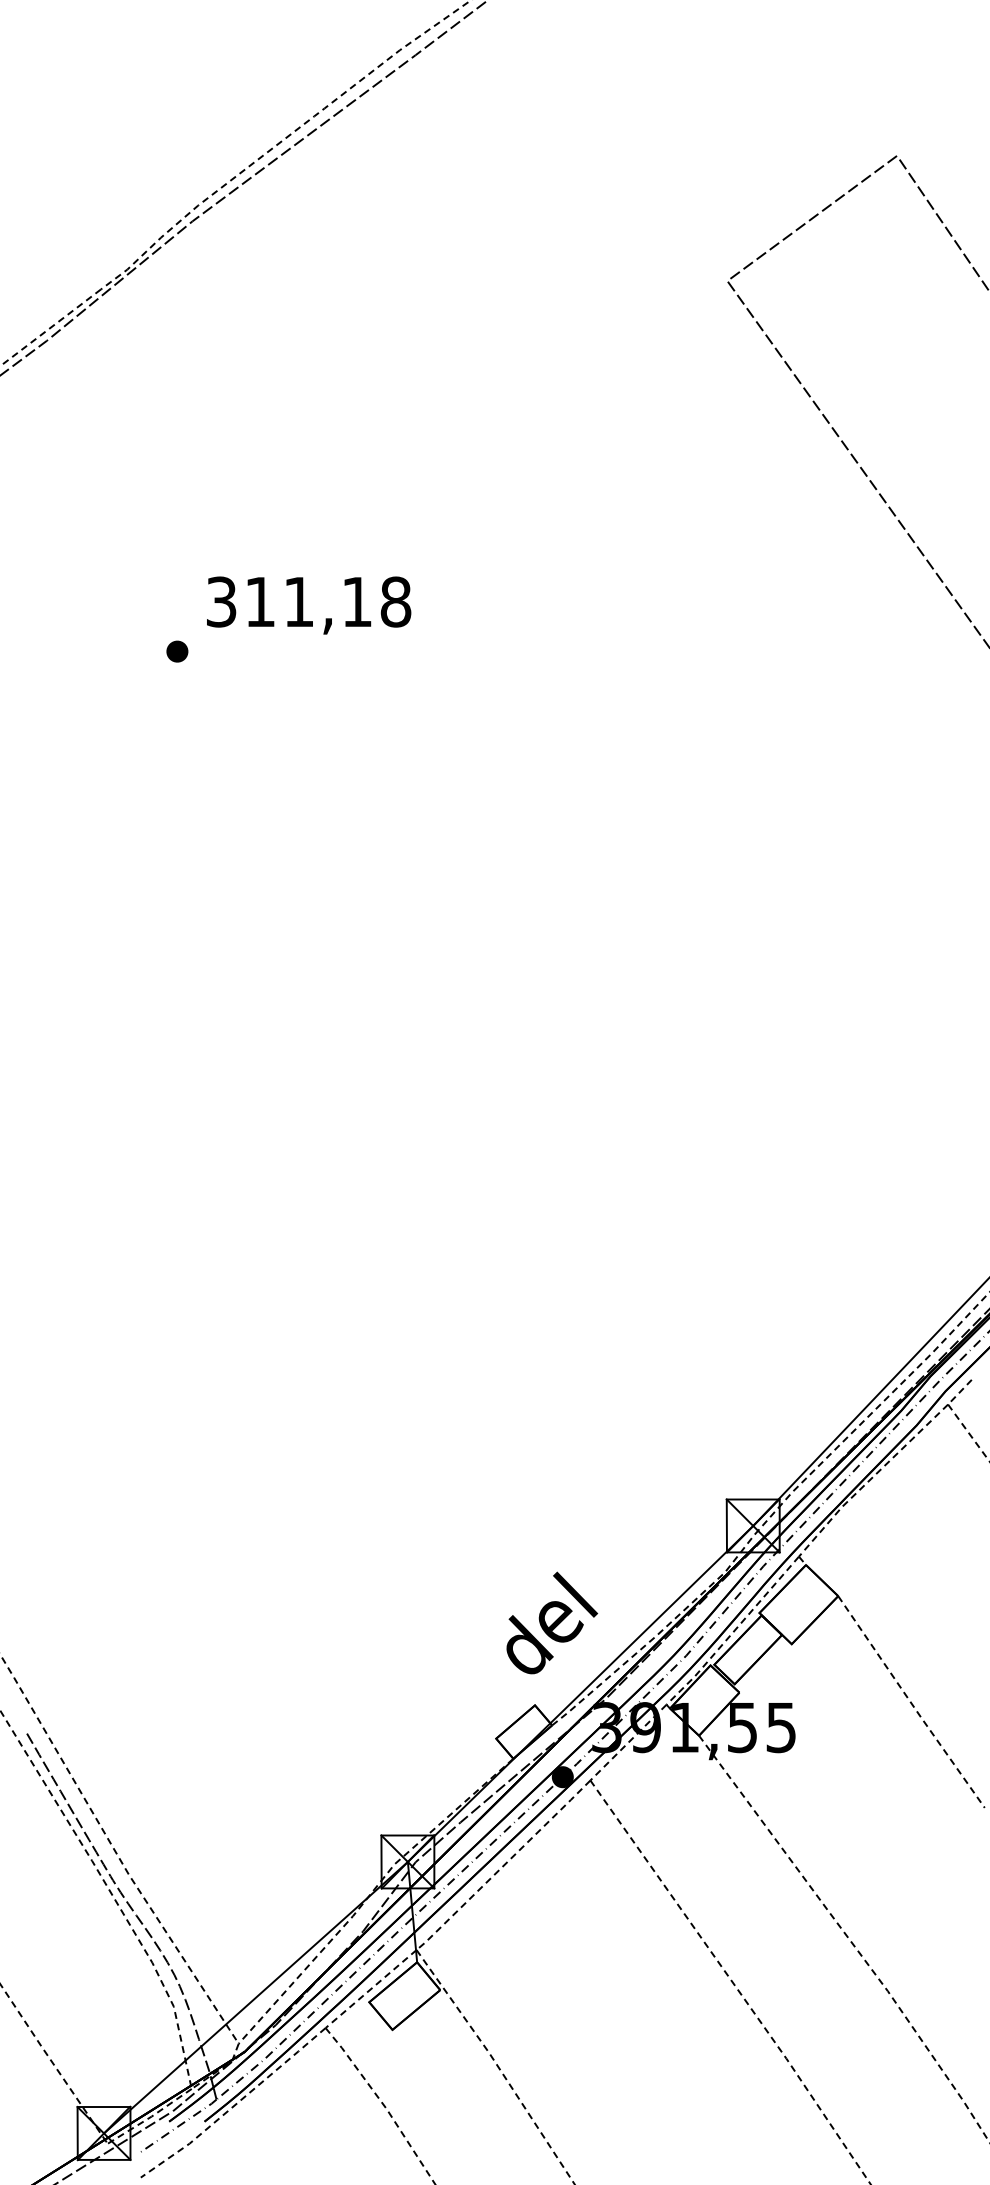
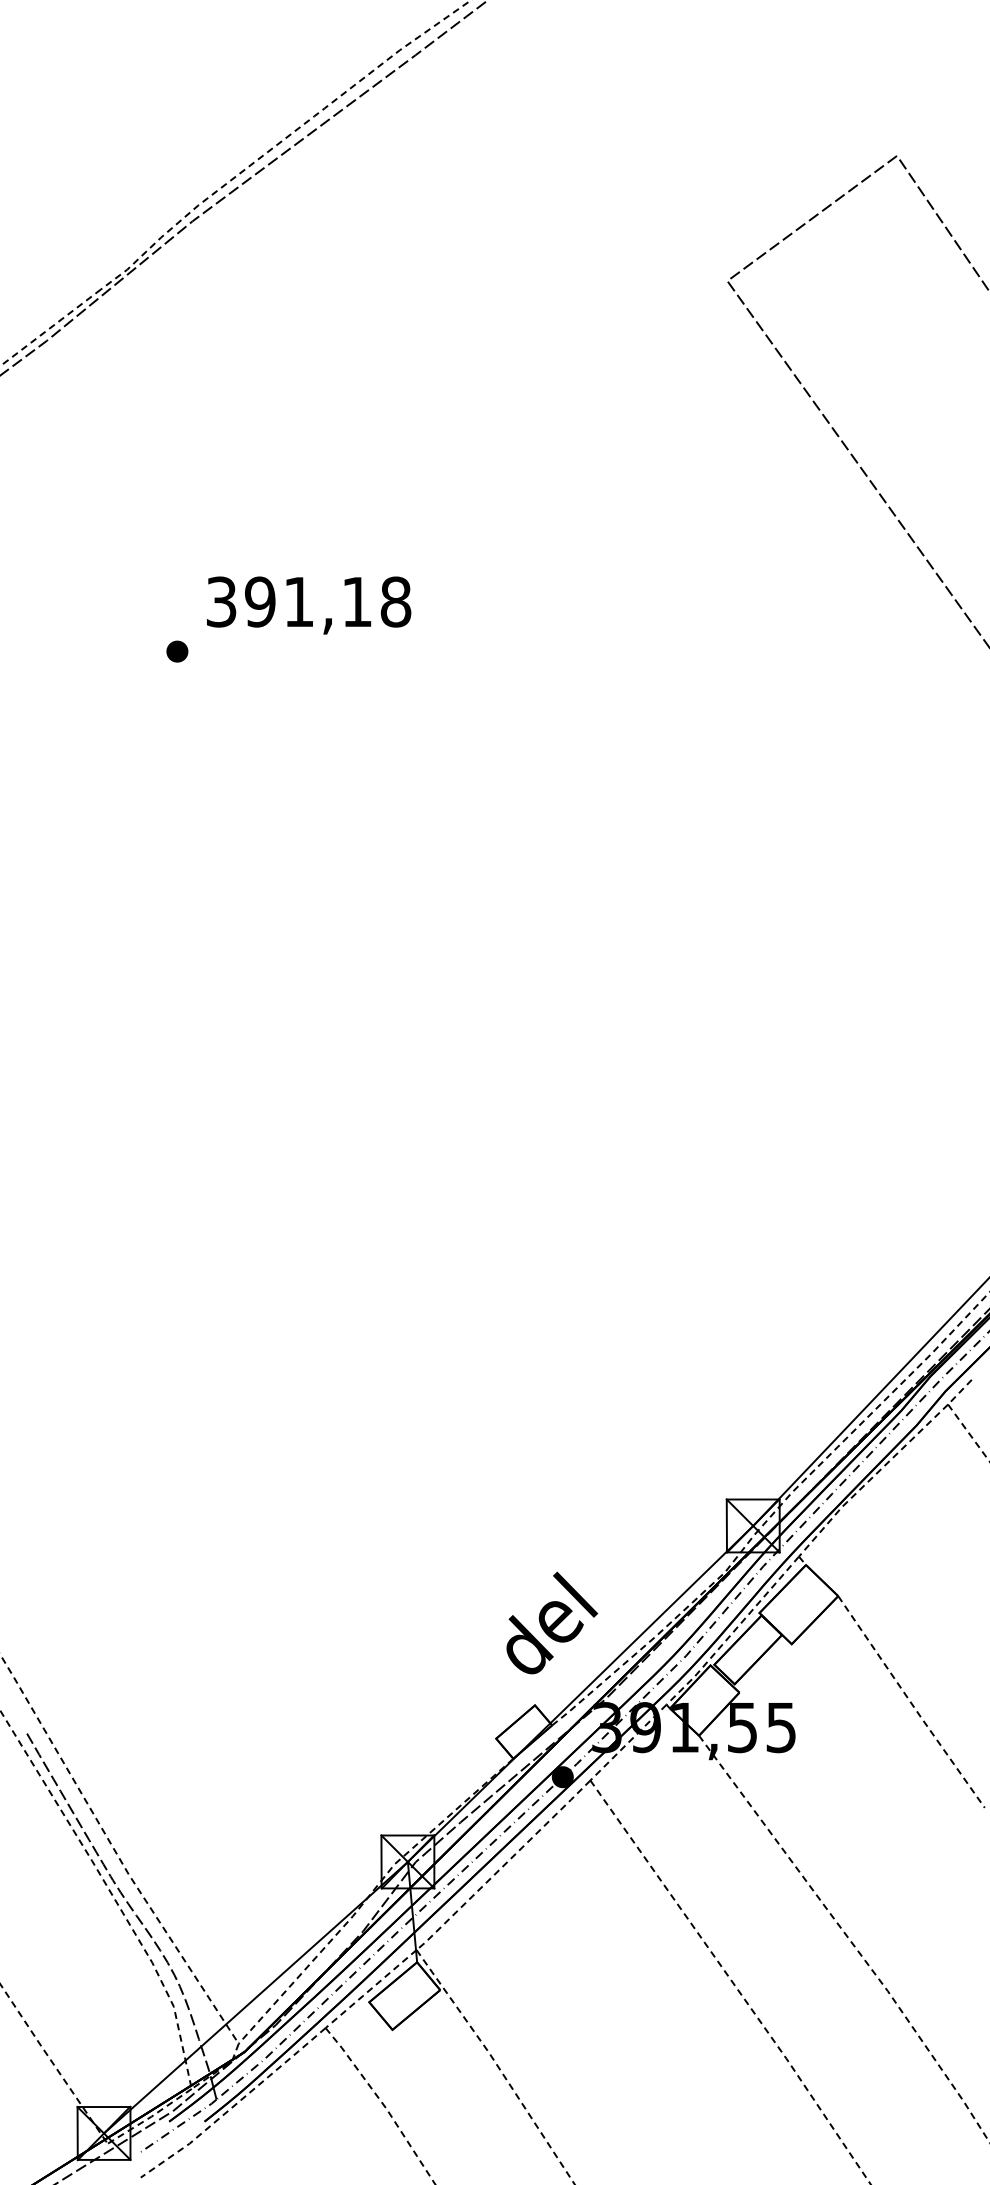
text at (260, 601): 311,18 -> 391,18
